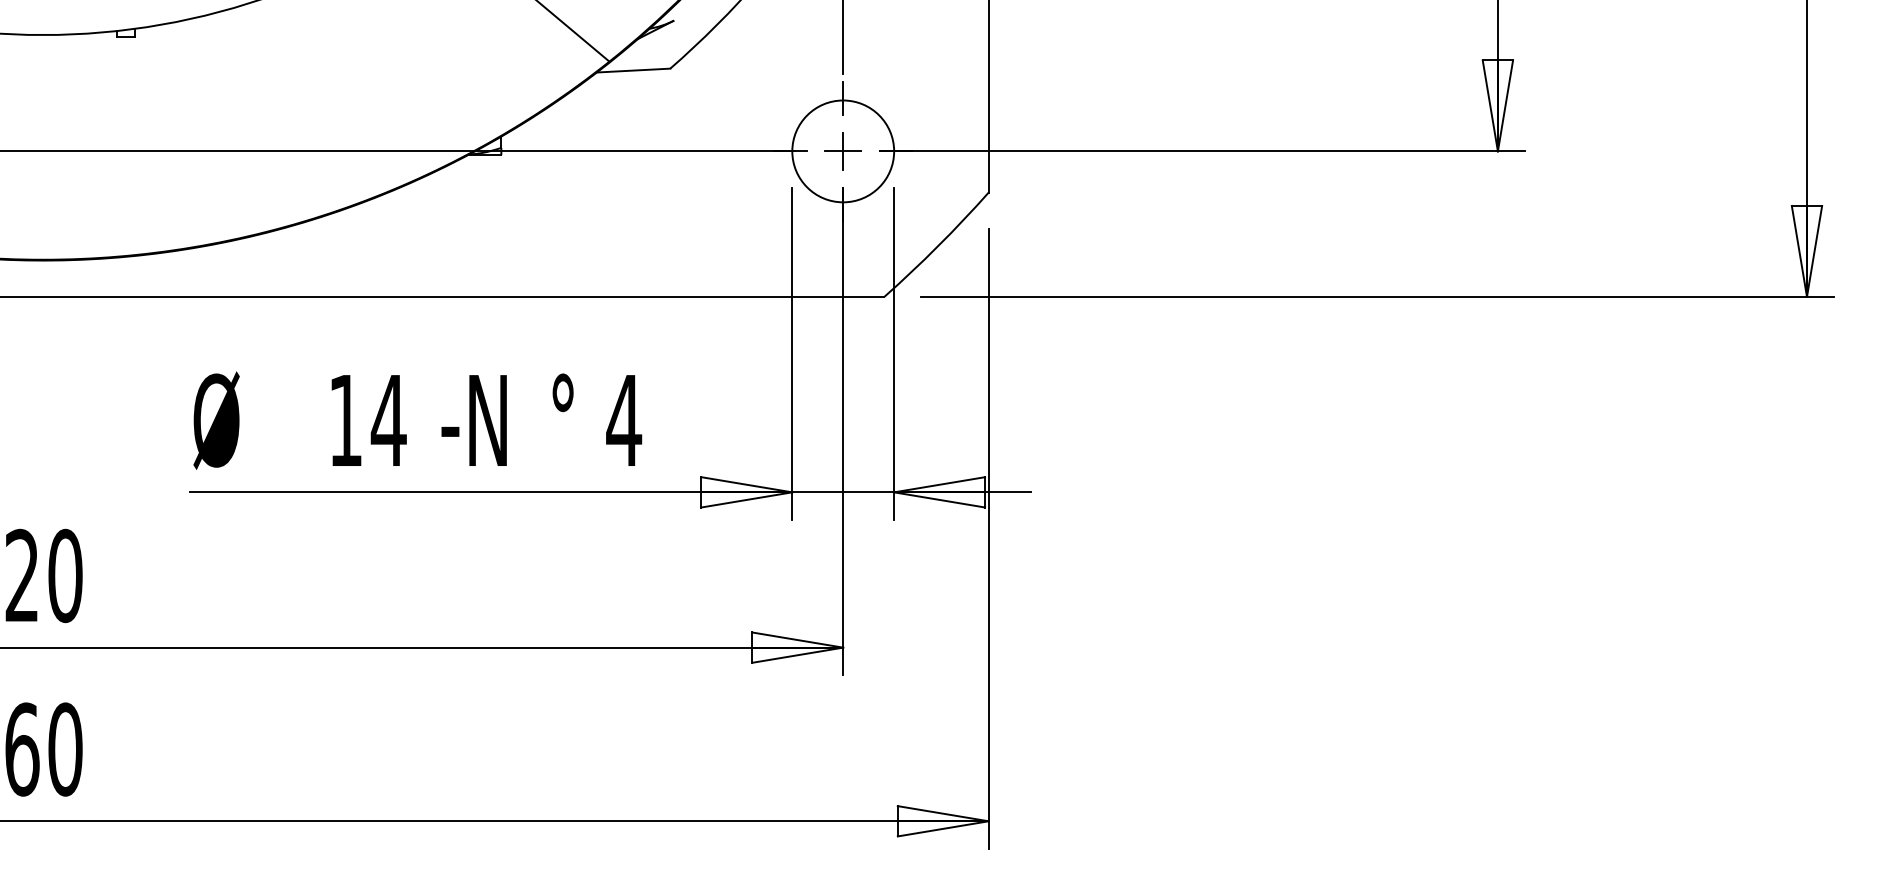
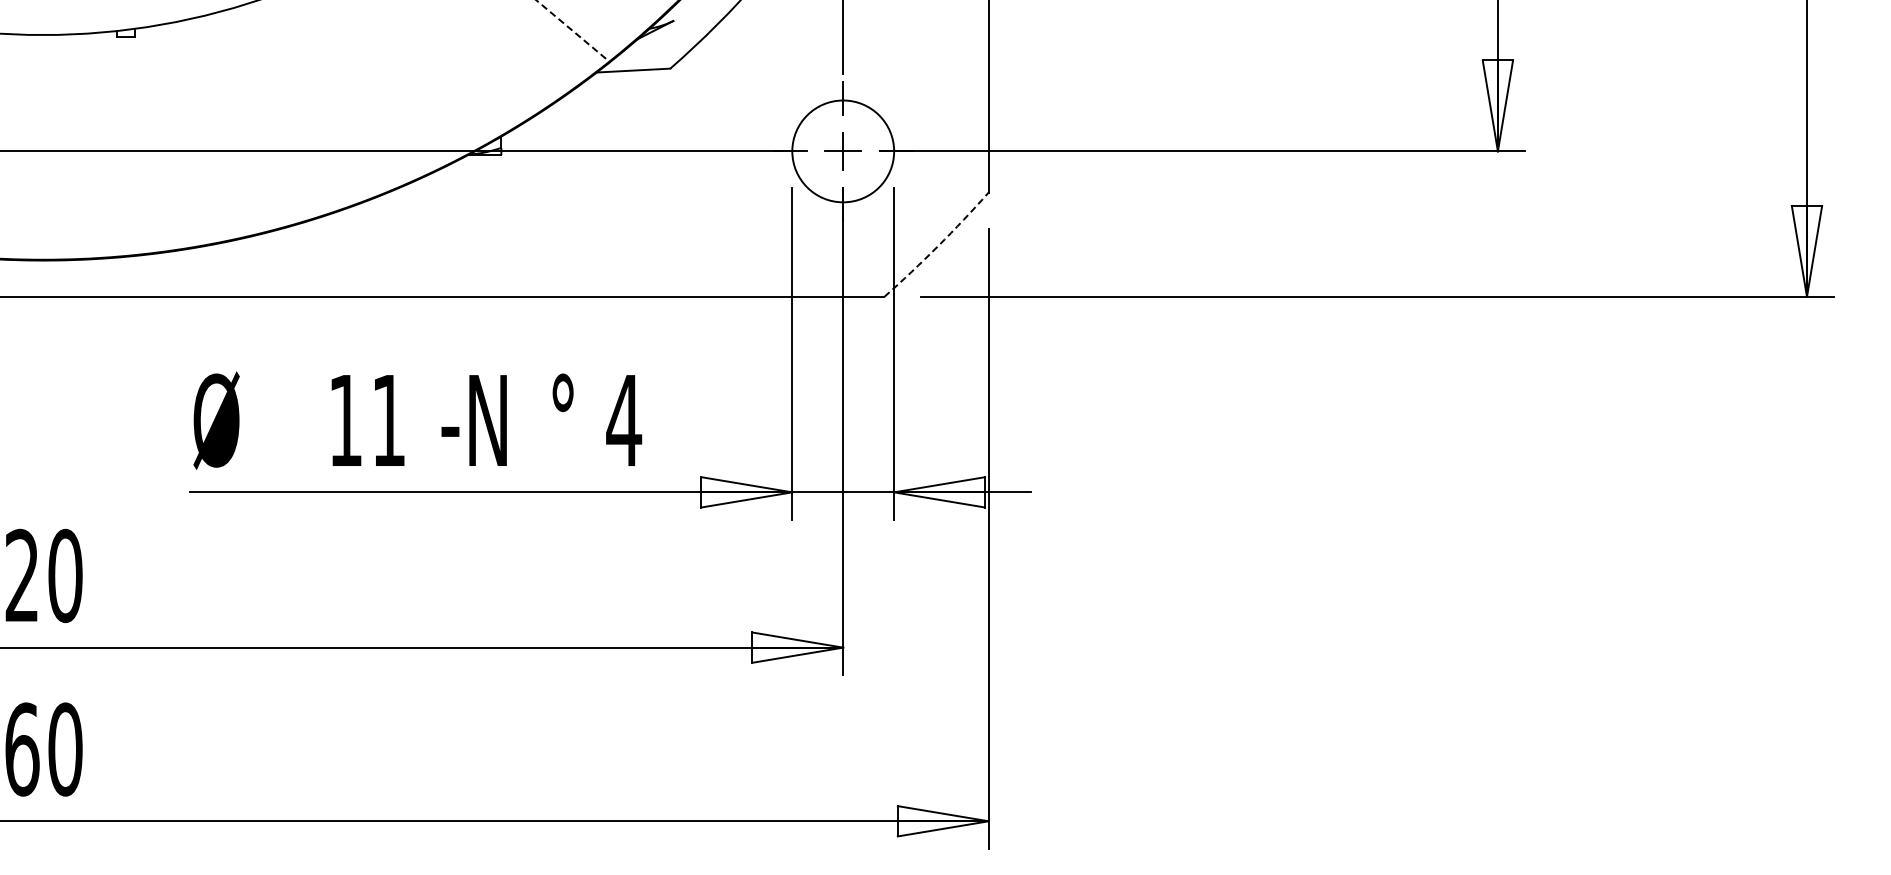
line at (572, 30): solid -> dashed
arc at (938, 246): solid -> dashed
text at (388, 420): 14 -> 11
